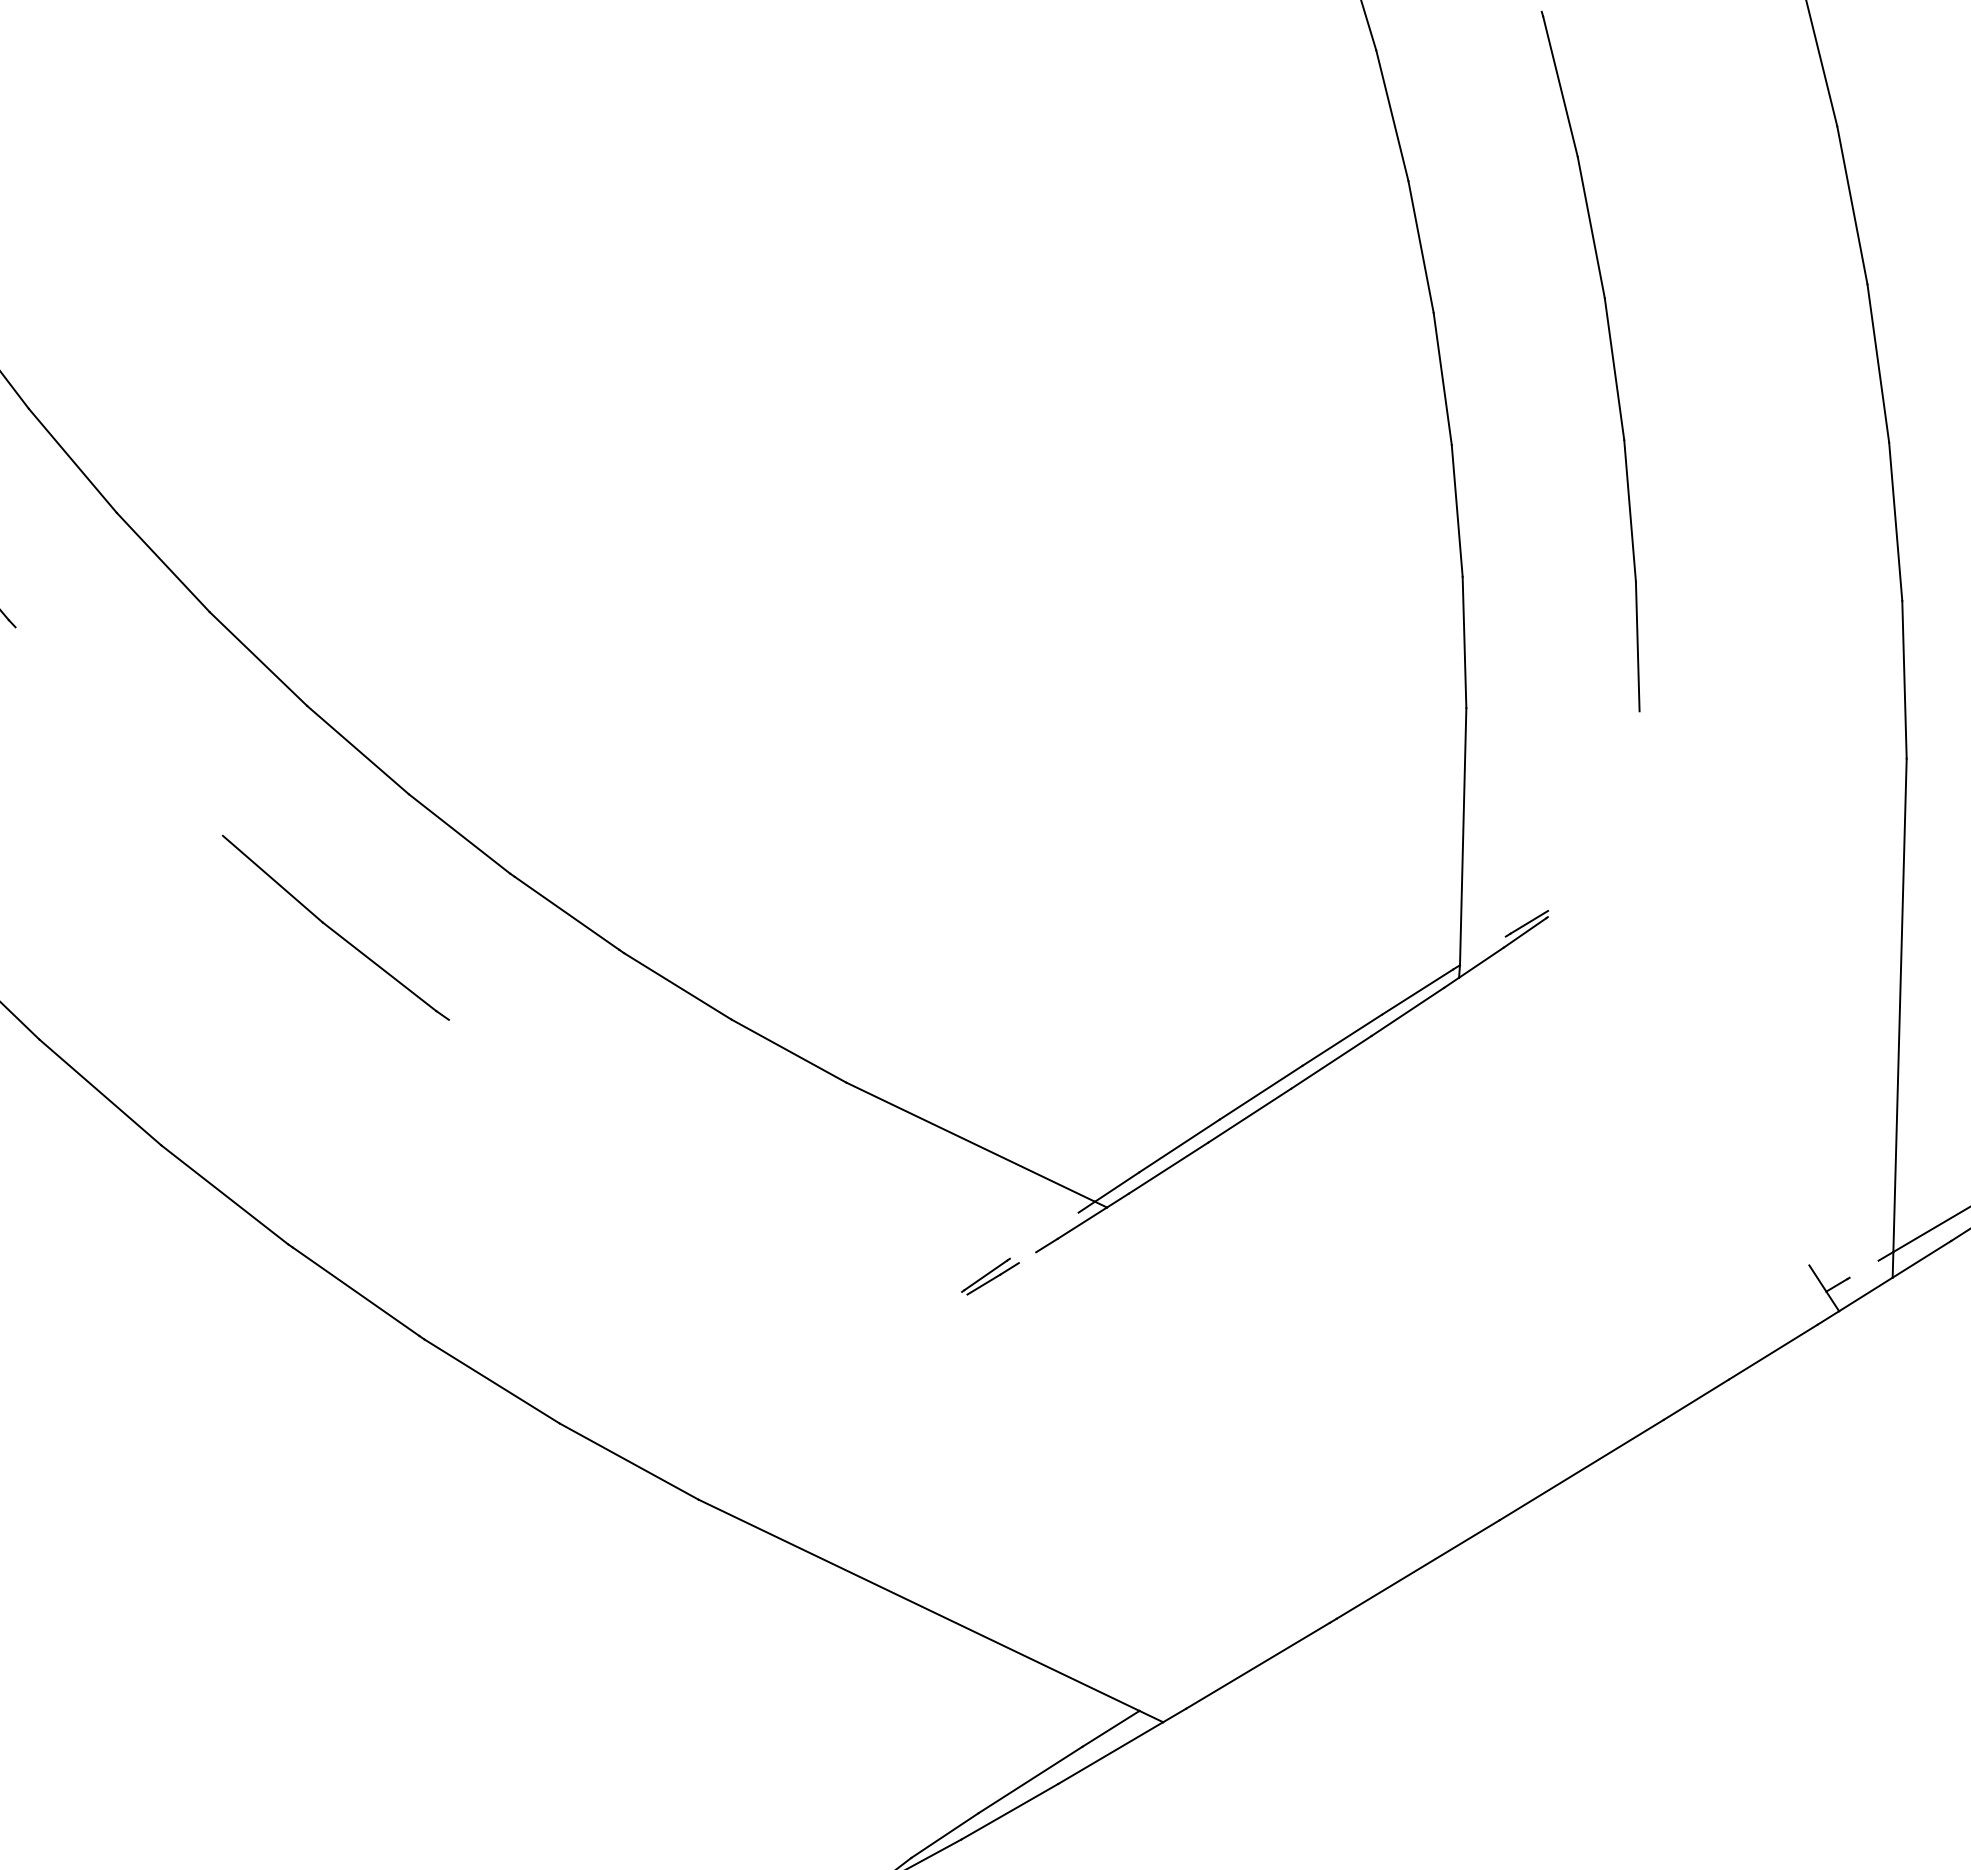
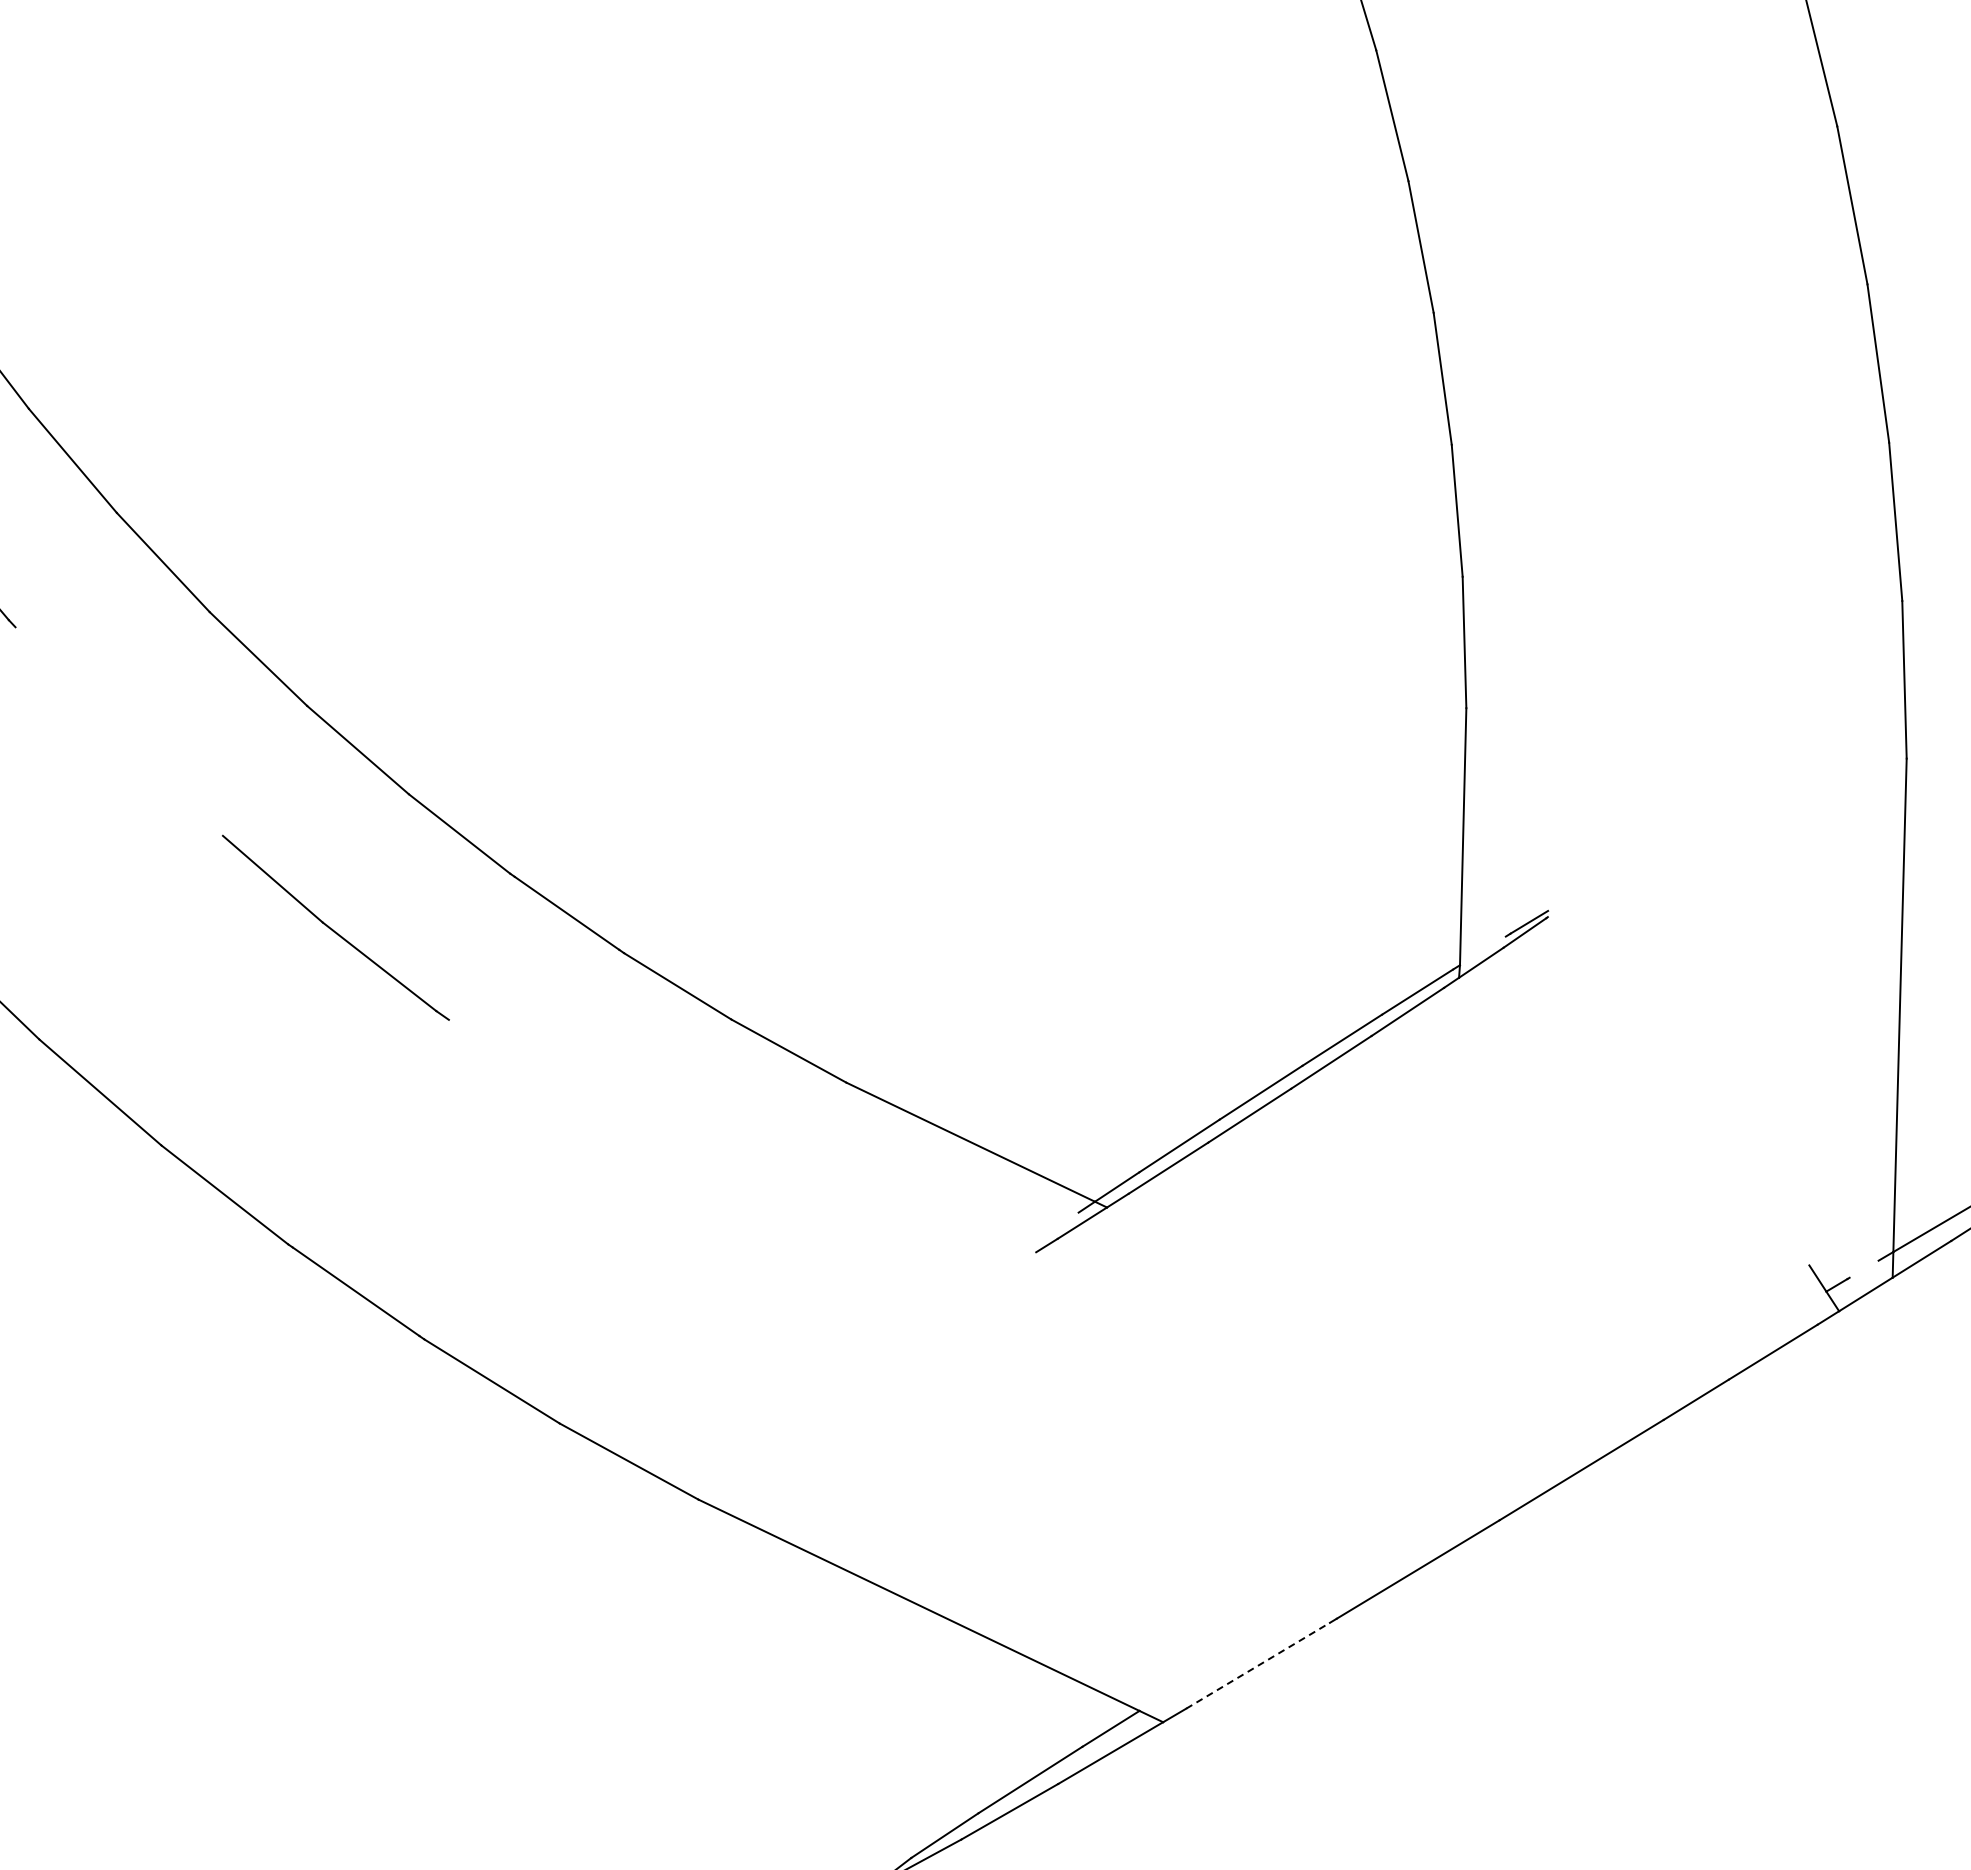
part at (1611, 356): present -> none
part at (990, 1276): present -> none
line at (1258, 1665): solid -> dashed
